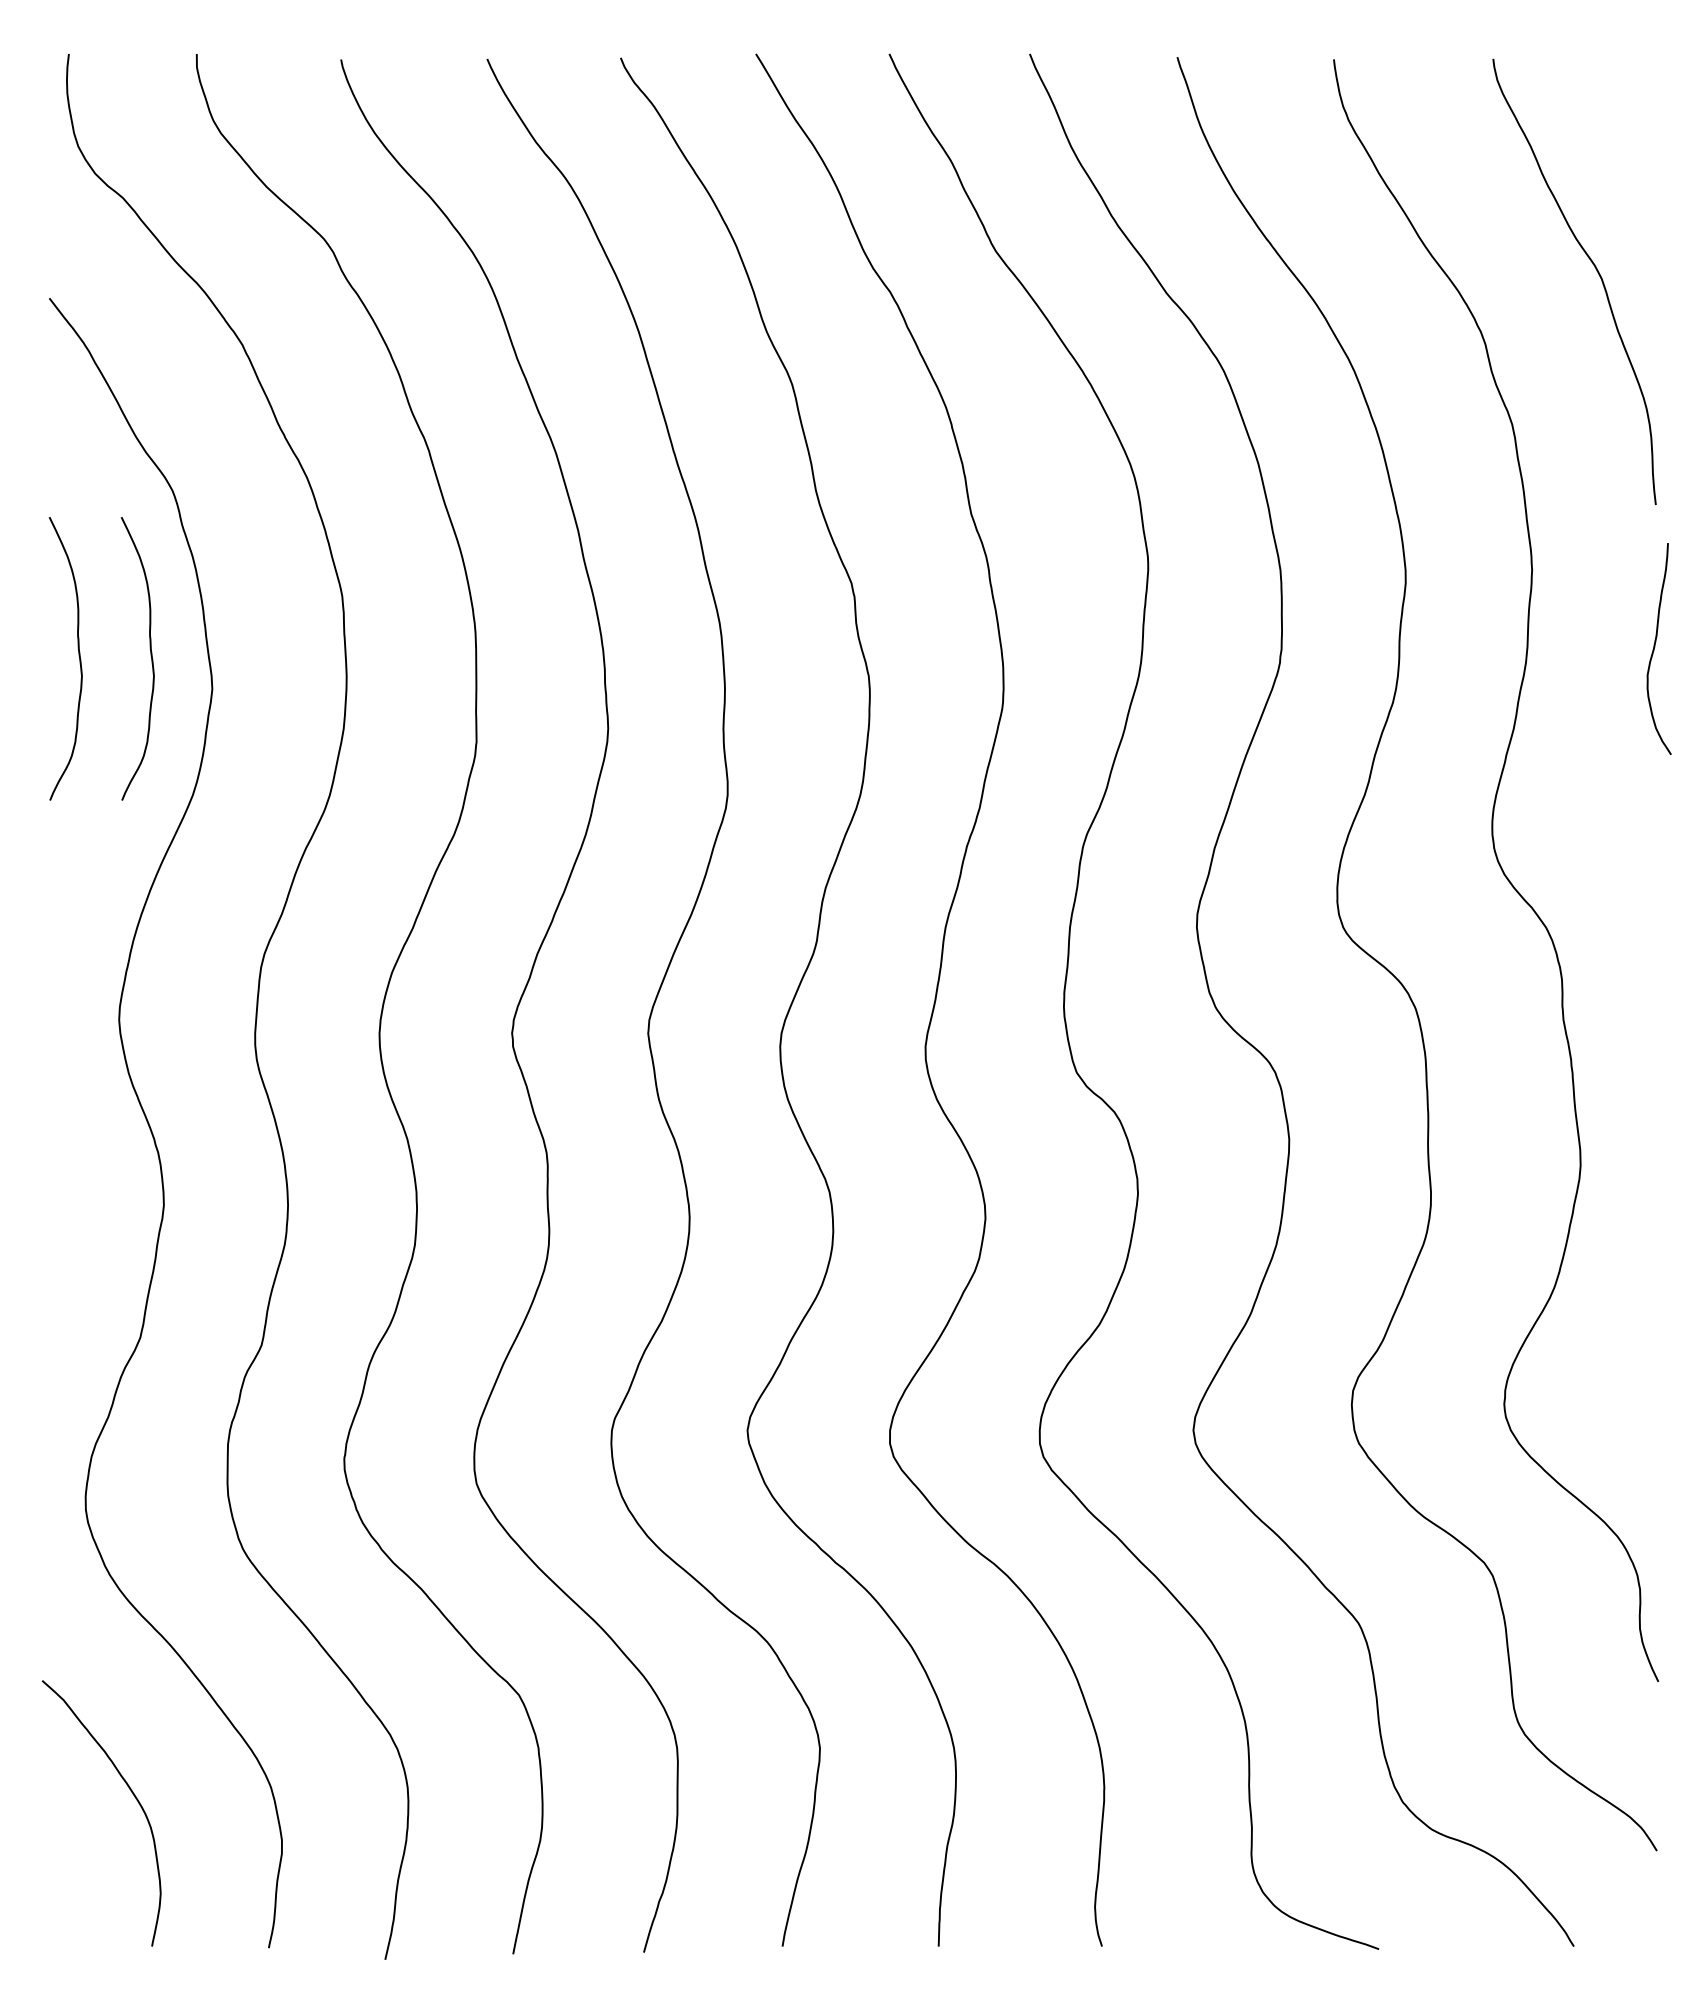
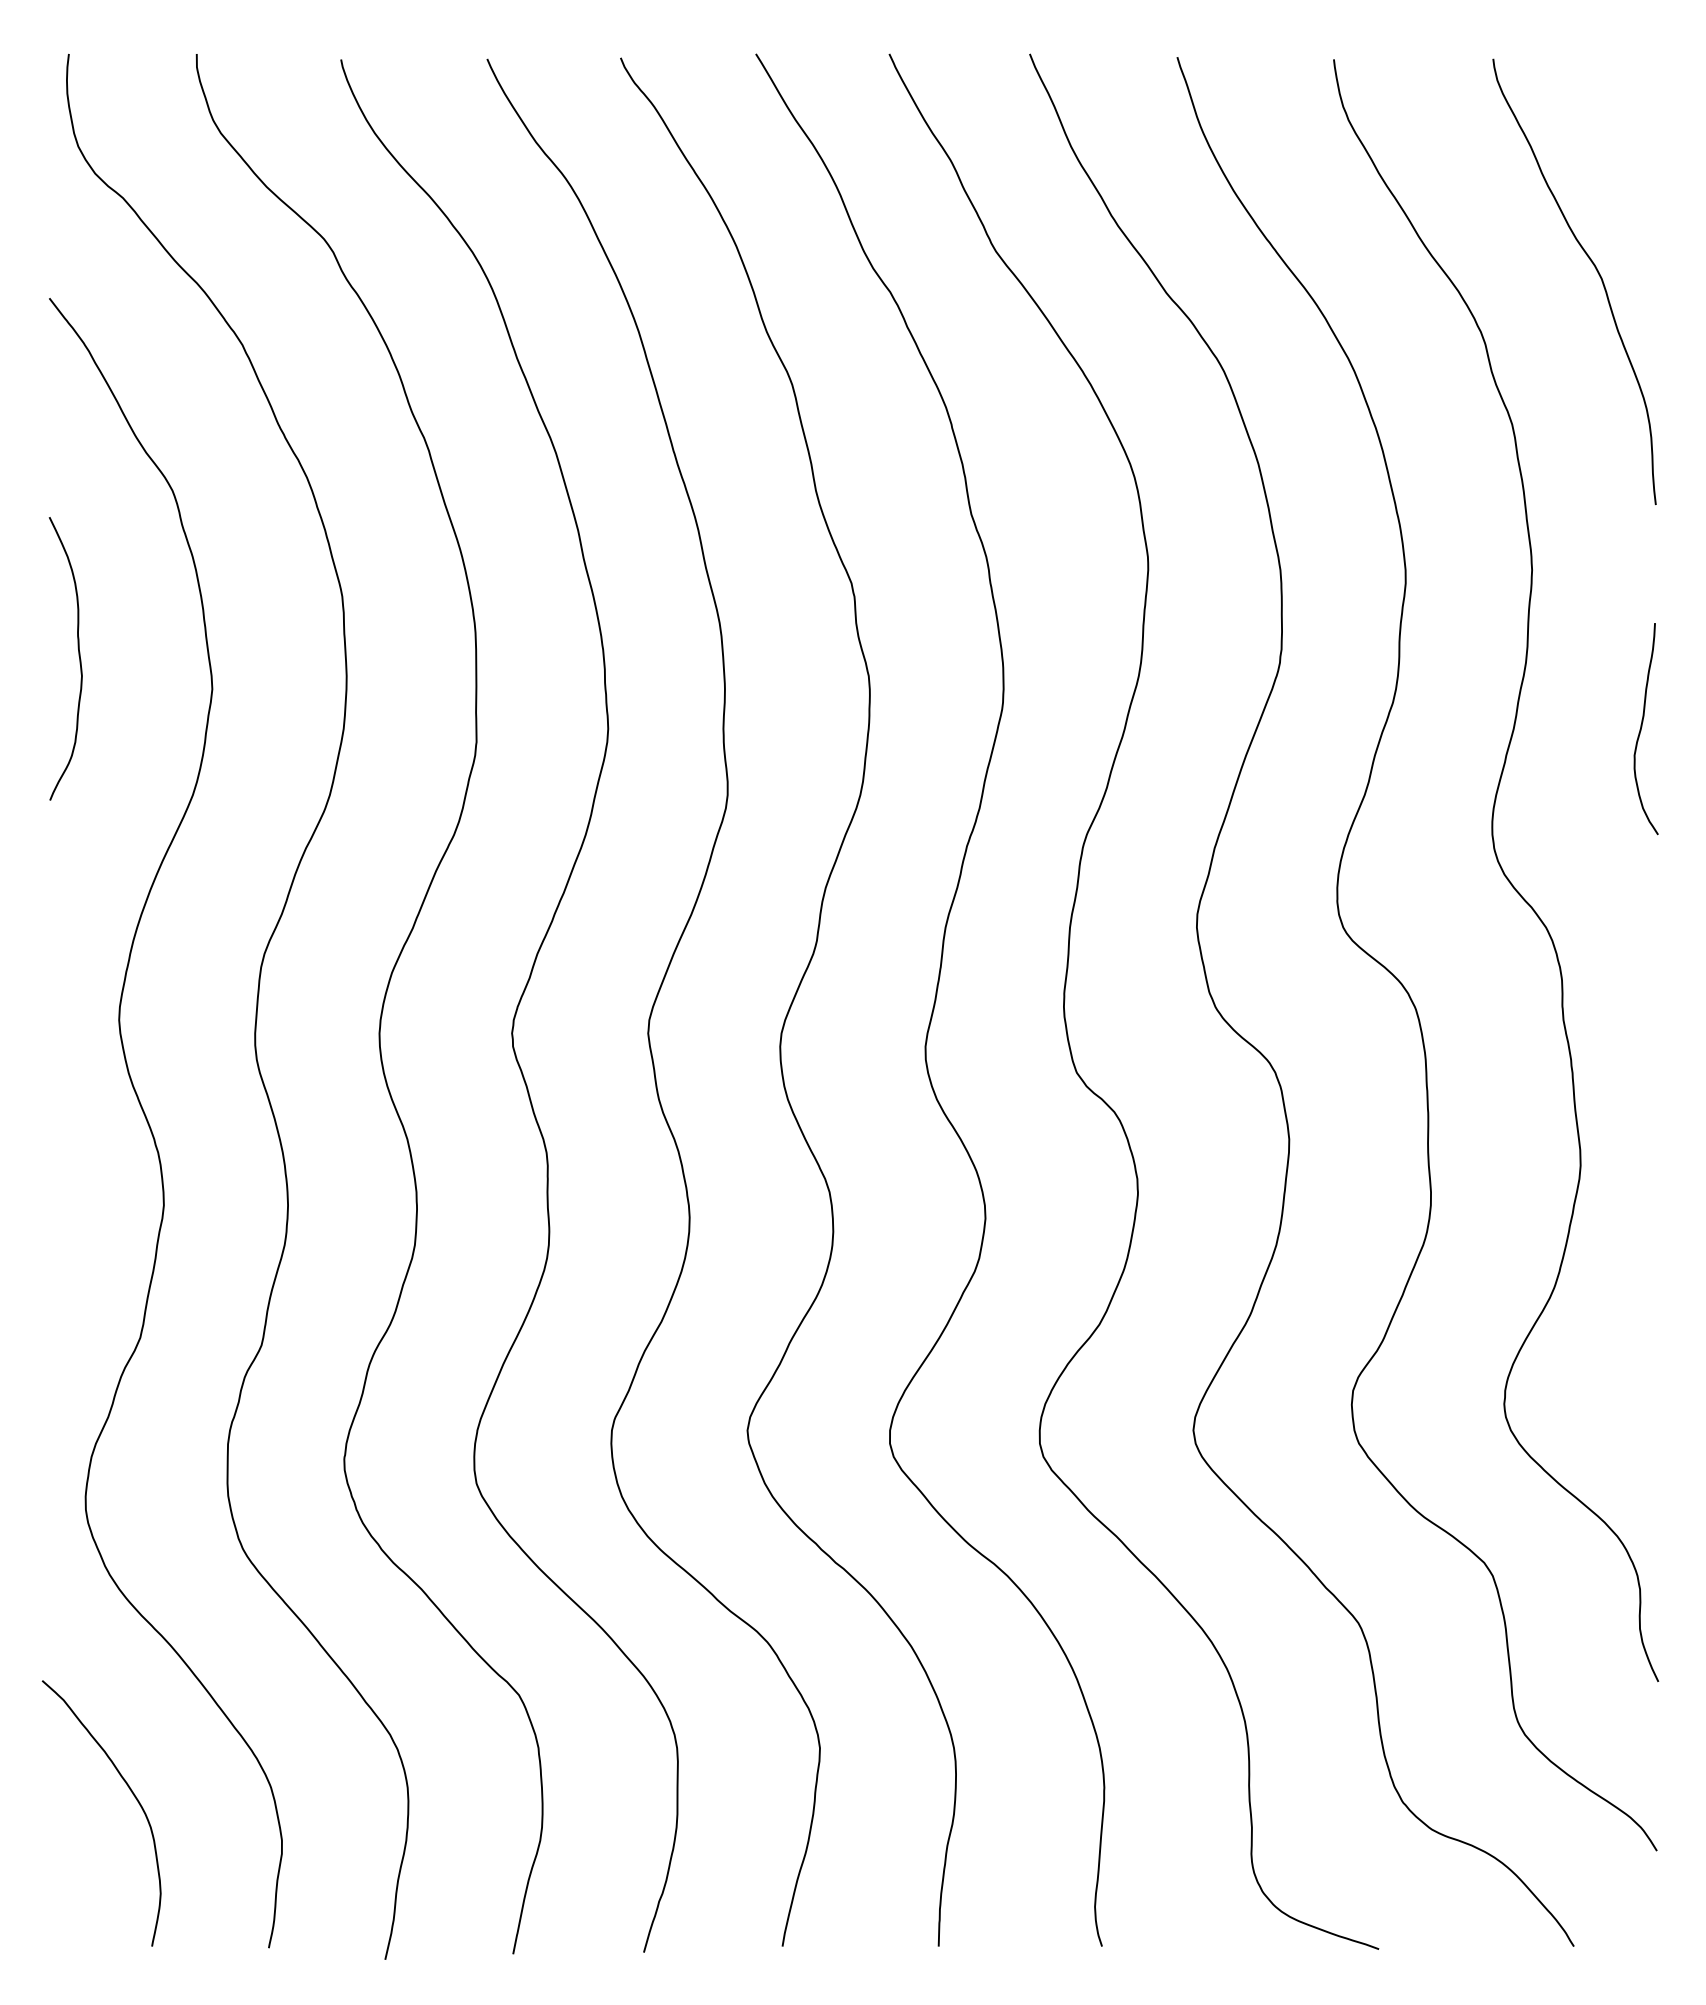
curve at (1655, 647) position: (1655, 647) -> (1642, 727)
curve at (150, 656): present -> none
